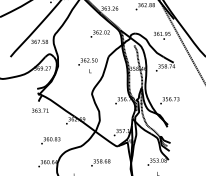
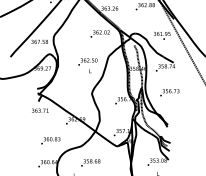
text at (169, 100) position: (169, 100) -> (169, 92)
text at (100, 162) position: (100, 162) -> (90, 162)
